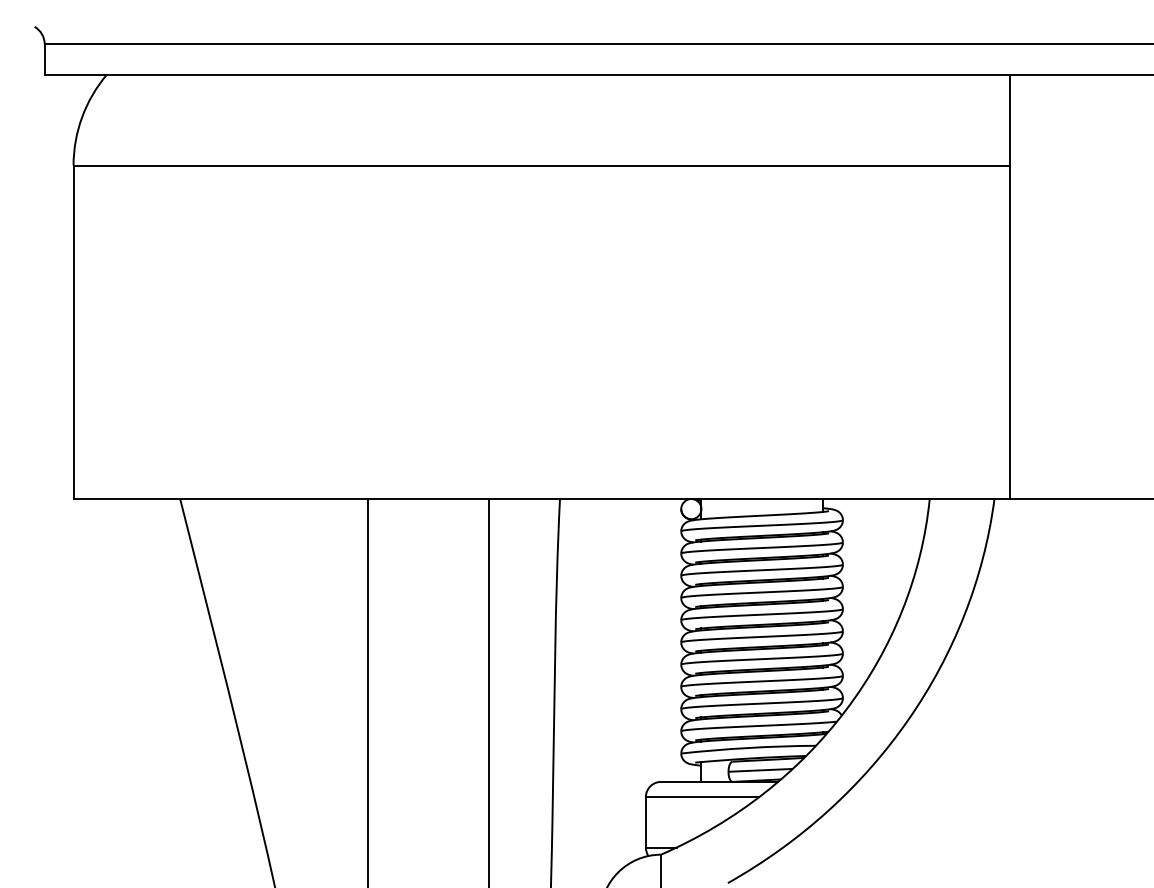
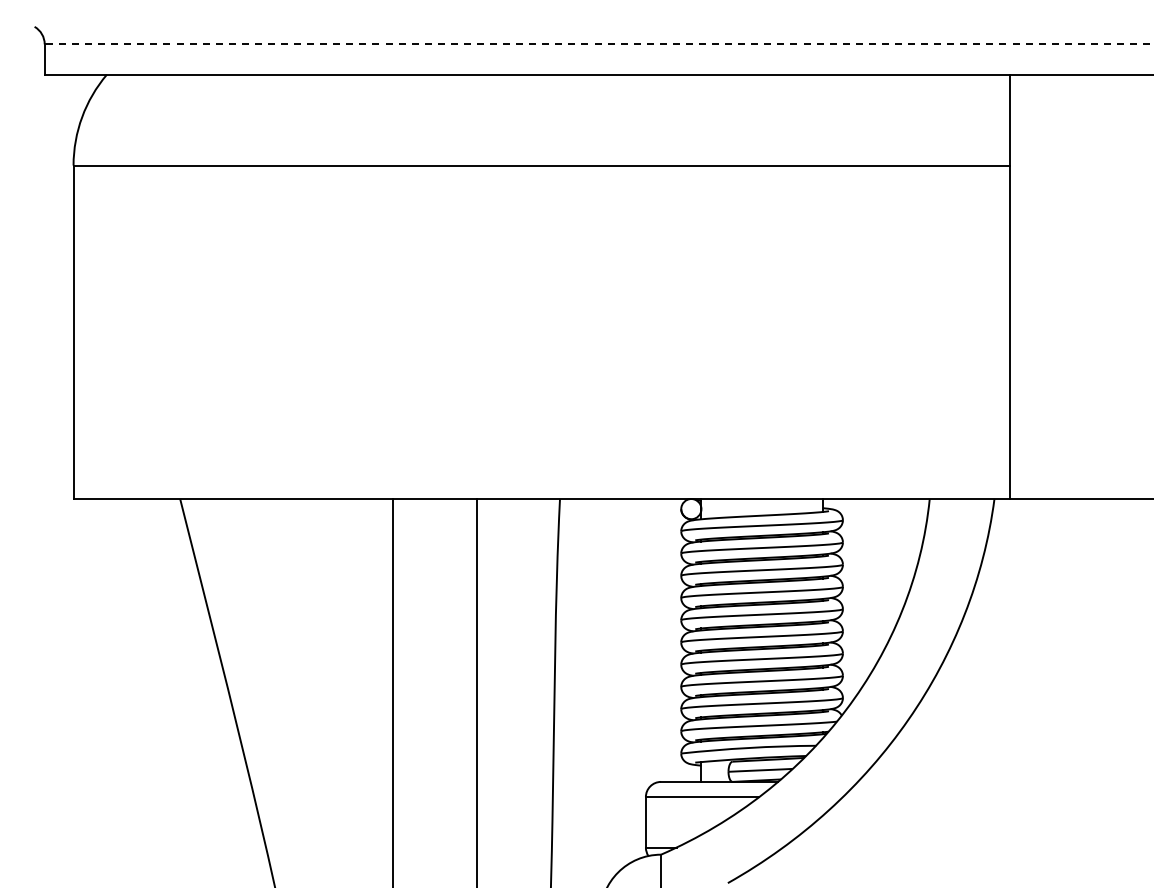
line at (598, 44): solid -> dashed
line at (368, 691) position: (368, 691) -> (393, 691)
line at (489, 691) position: (489, 691) -> (477, 691)
